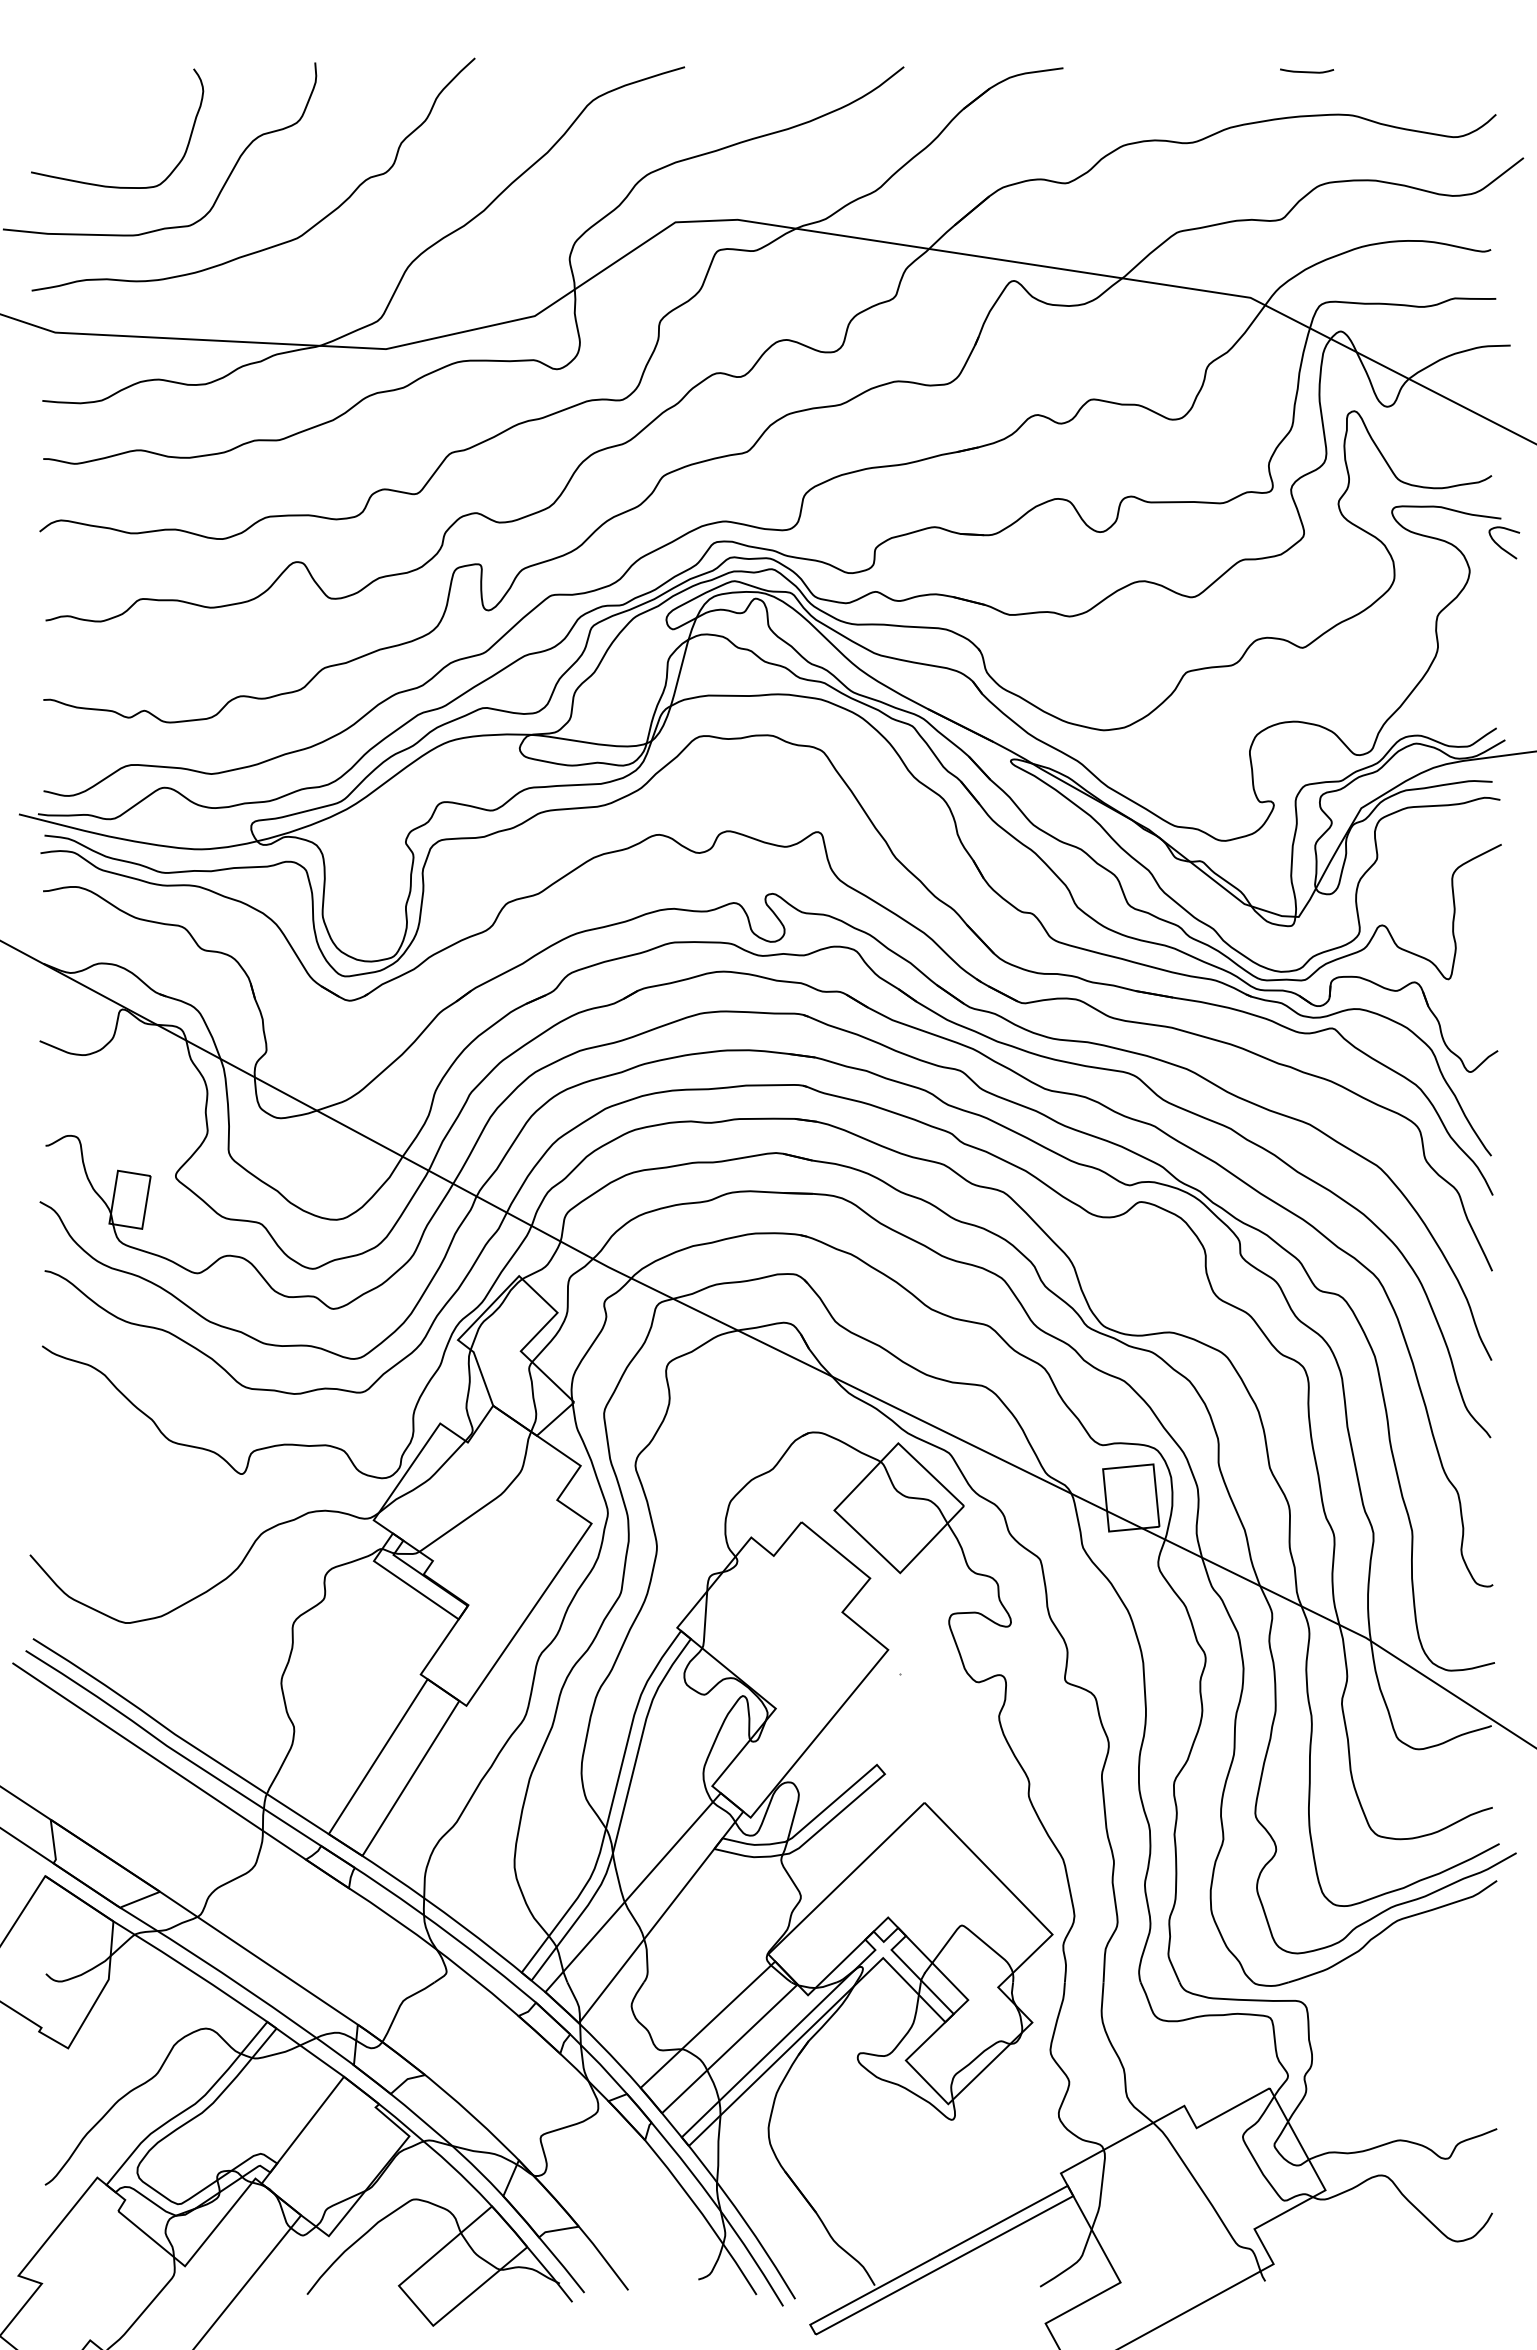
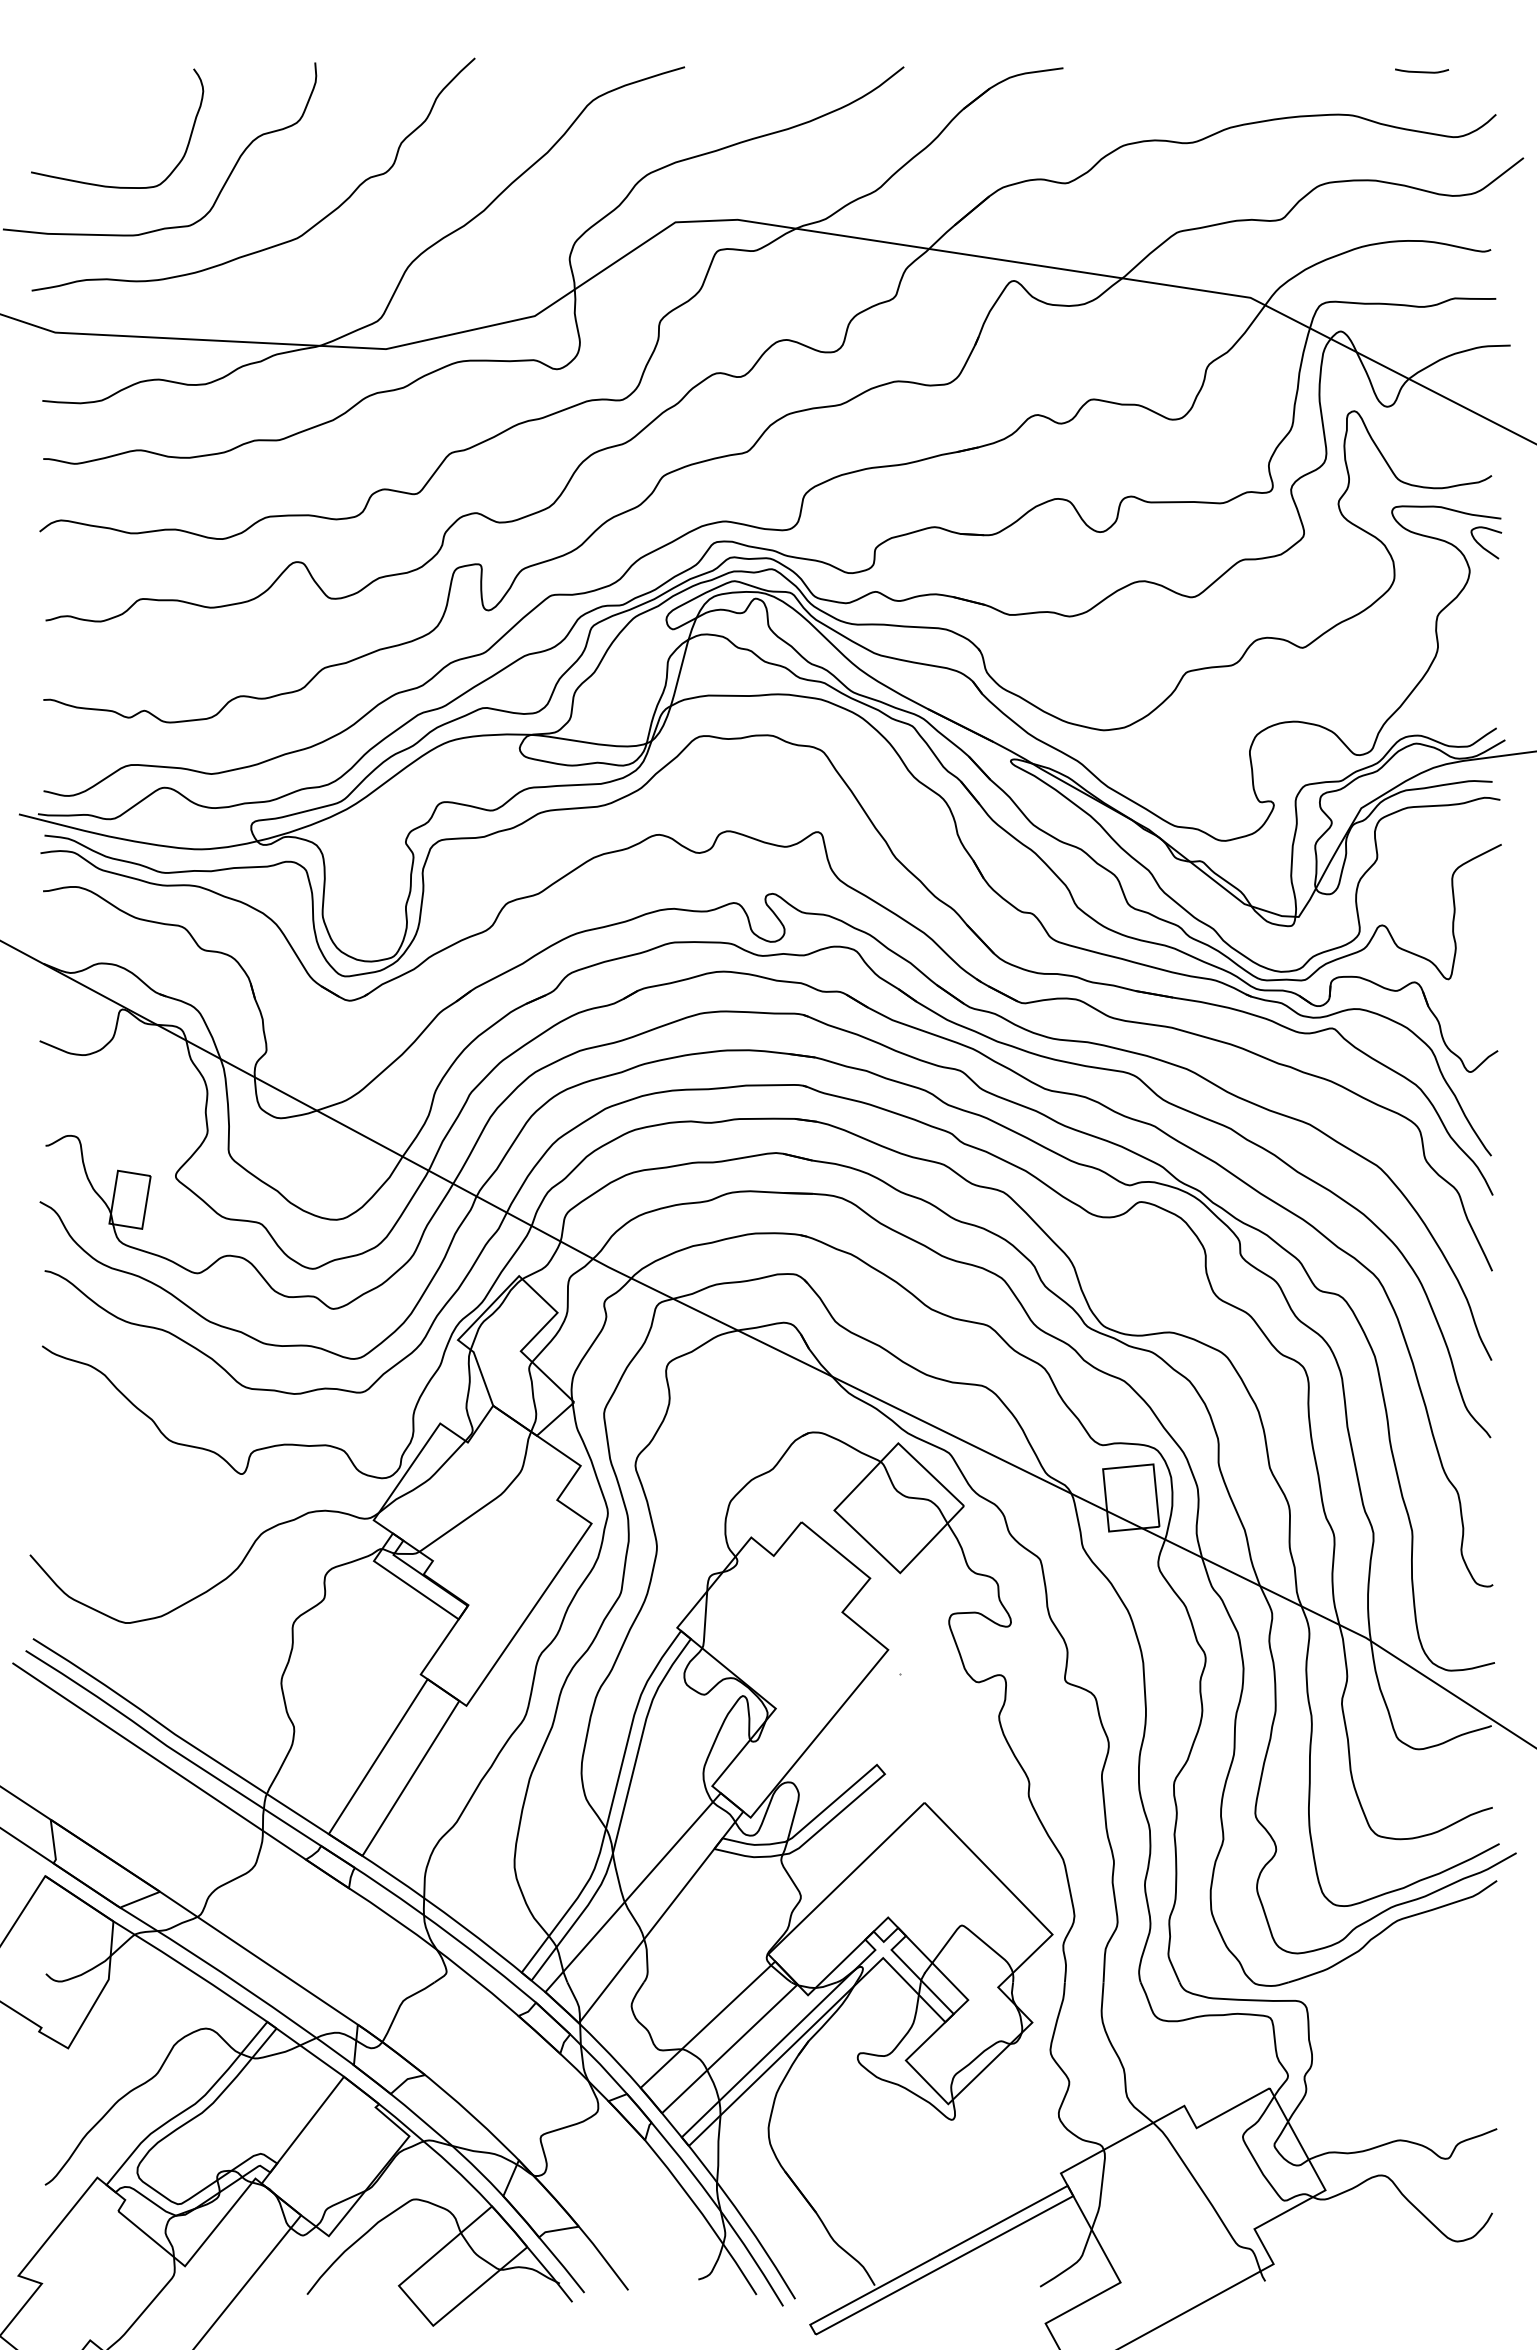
curve at (1307, 71) position: (1307, 71) -> (1422, 71)
curve at (1500, 545) position: (1500, 545) -> (1482, 545)
